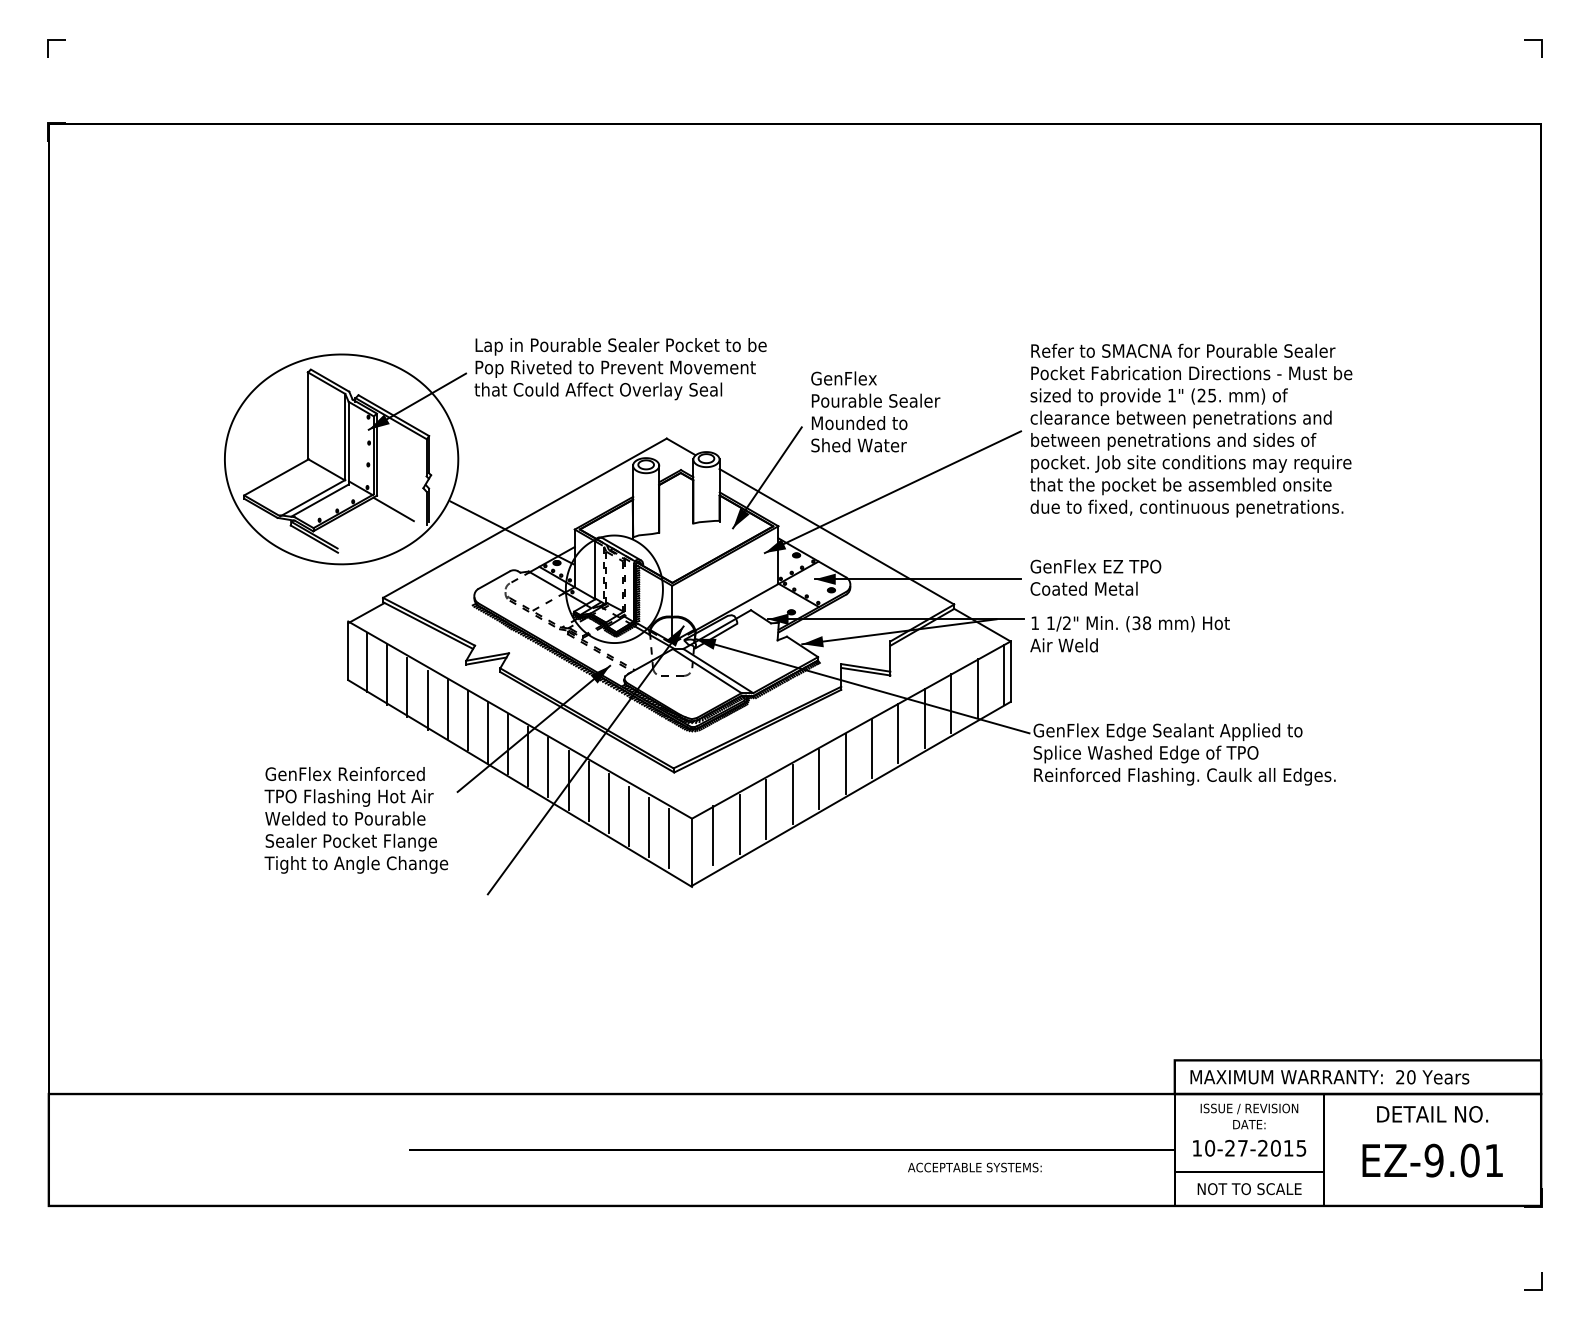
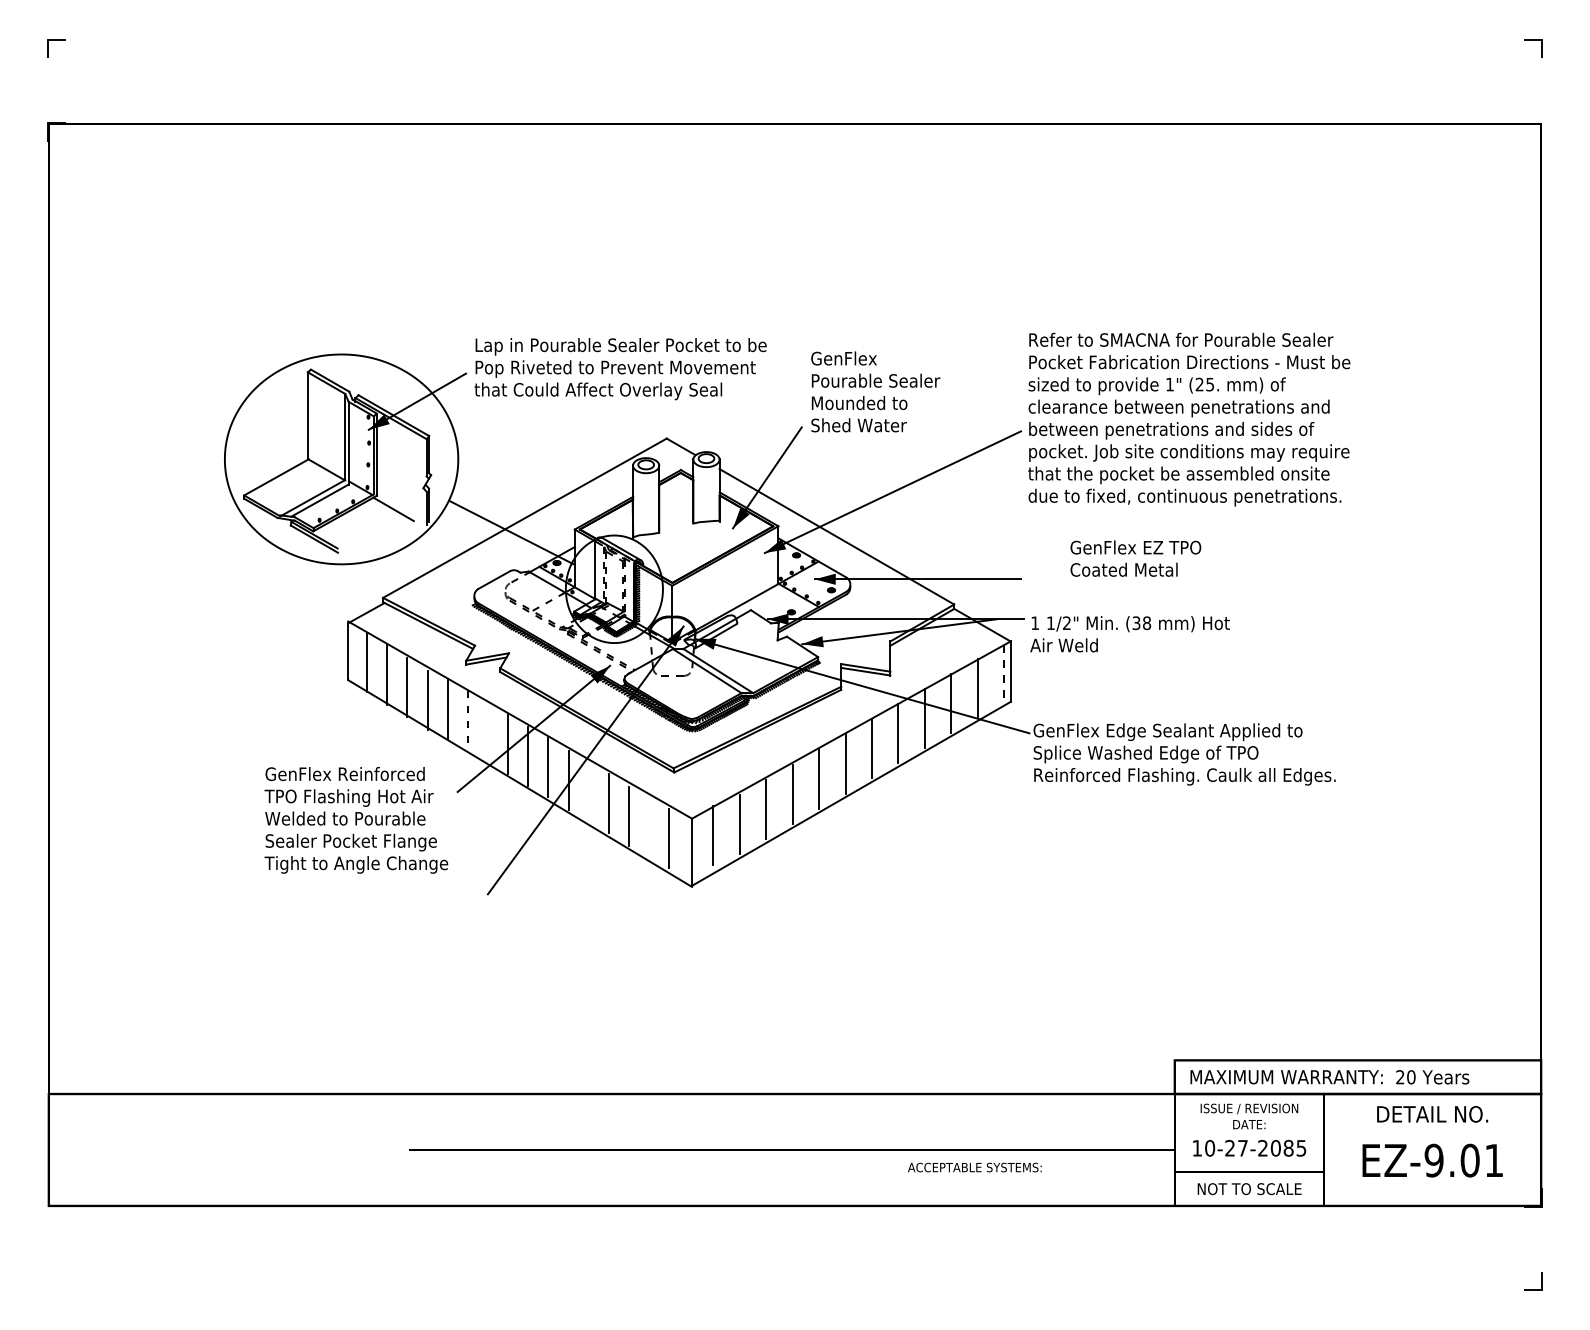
text at (875, 411) position: (875, 411) -> (875, 391)
text at (1191, 430) position: (1191, 430) -> (1189, 419)
text at (1095, 577) position: (1095, 577) -> (1135, 558)
line at (1004, 674): solid -> dashed
line at (467, 720): solid -> dashed
line at (487, 732): present -> none
line at (588, 790): present -> none
line at (649, 826): present -> none
text at (1288, 1147): 10-27-2015 -> 10-27-2085
